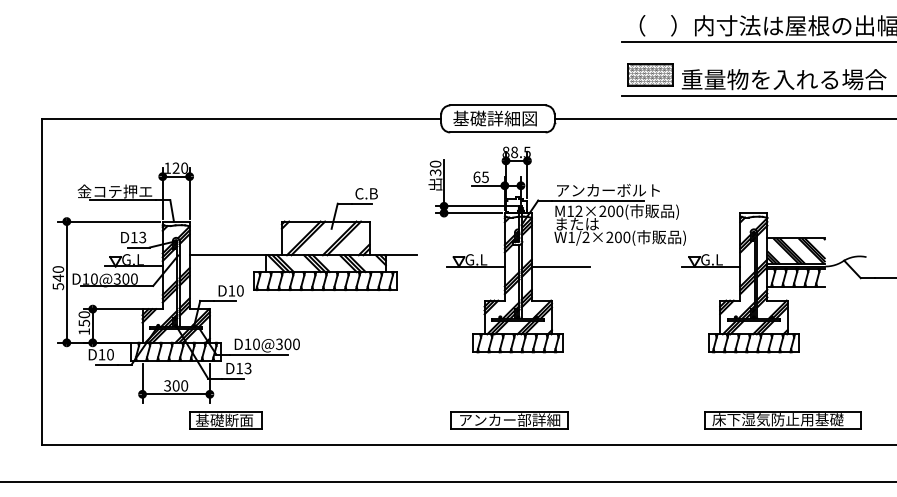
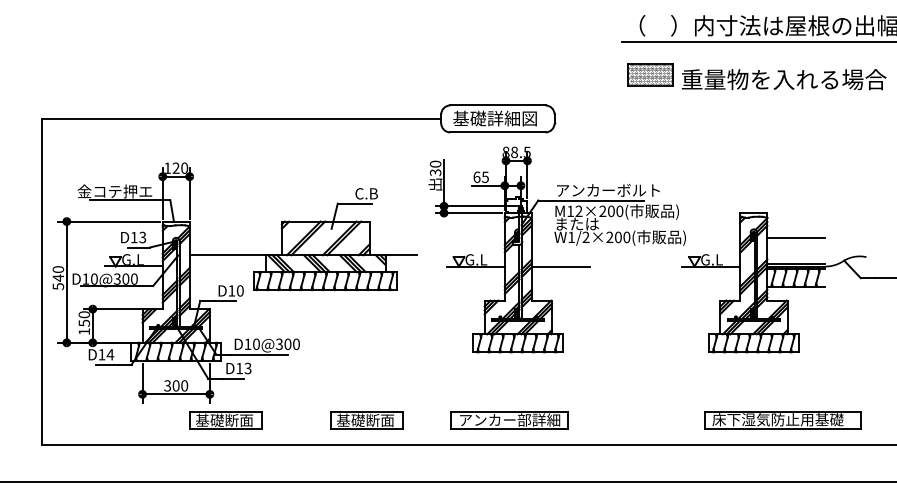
line at (757, 95): present -> none
line at (723, 118): present -> none
hatch at (796, 251): present -> none
text at (110, 354): D10 -> D14
part at (366, 420): none -> present
